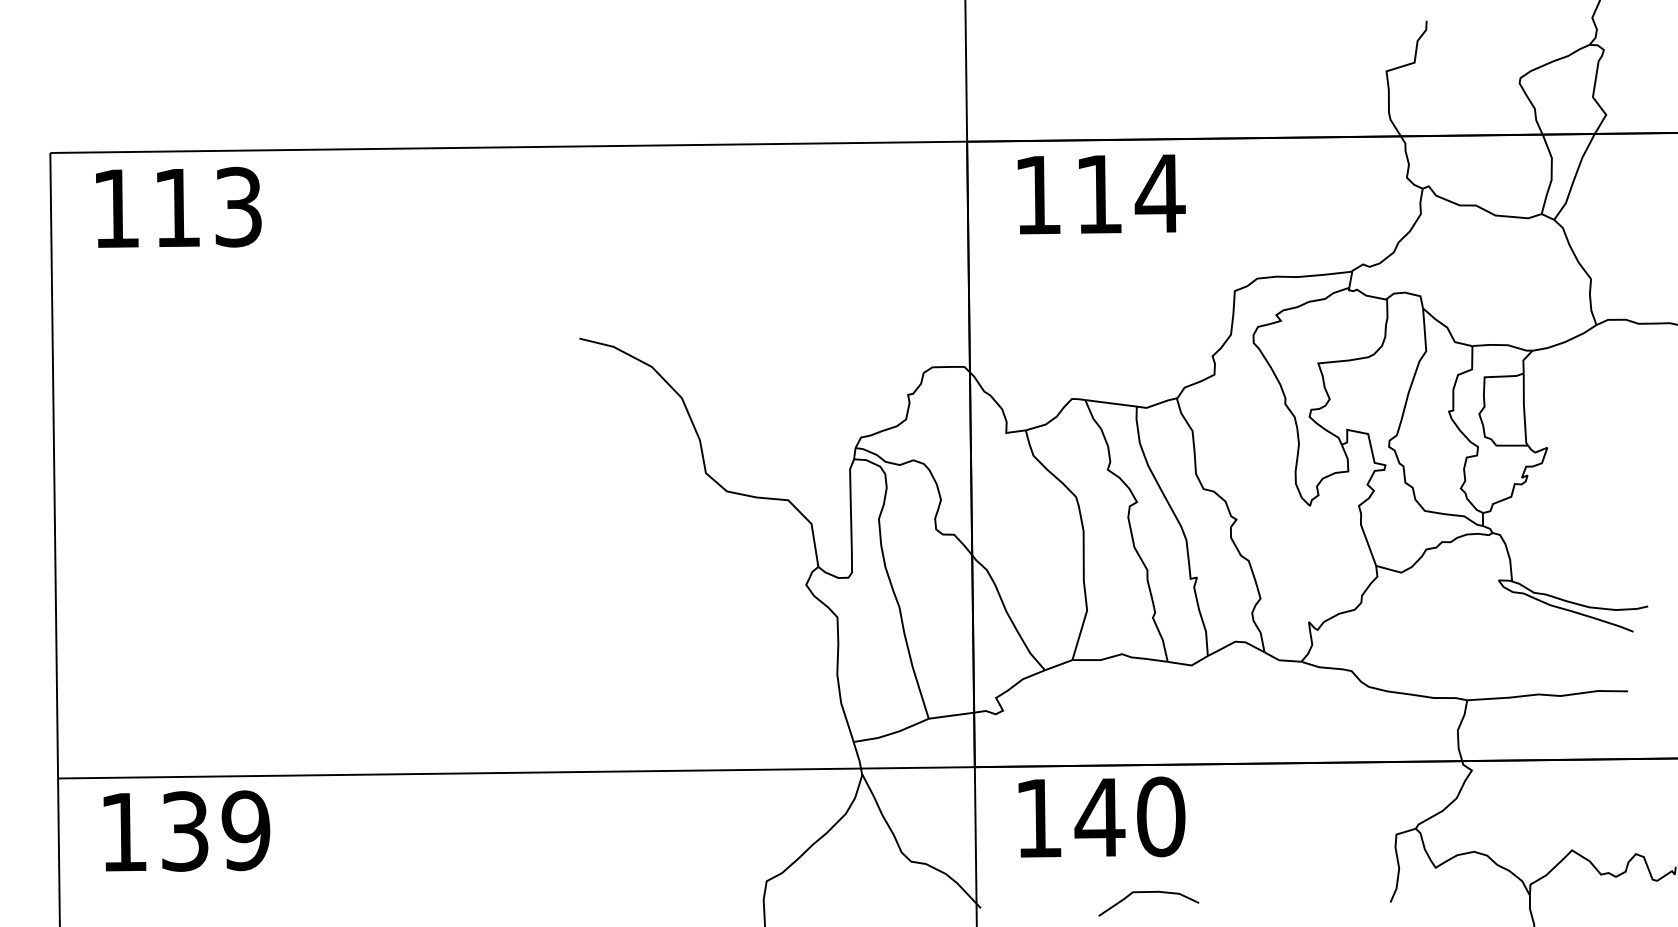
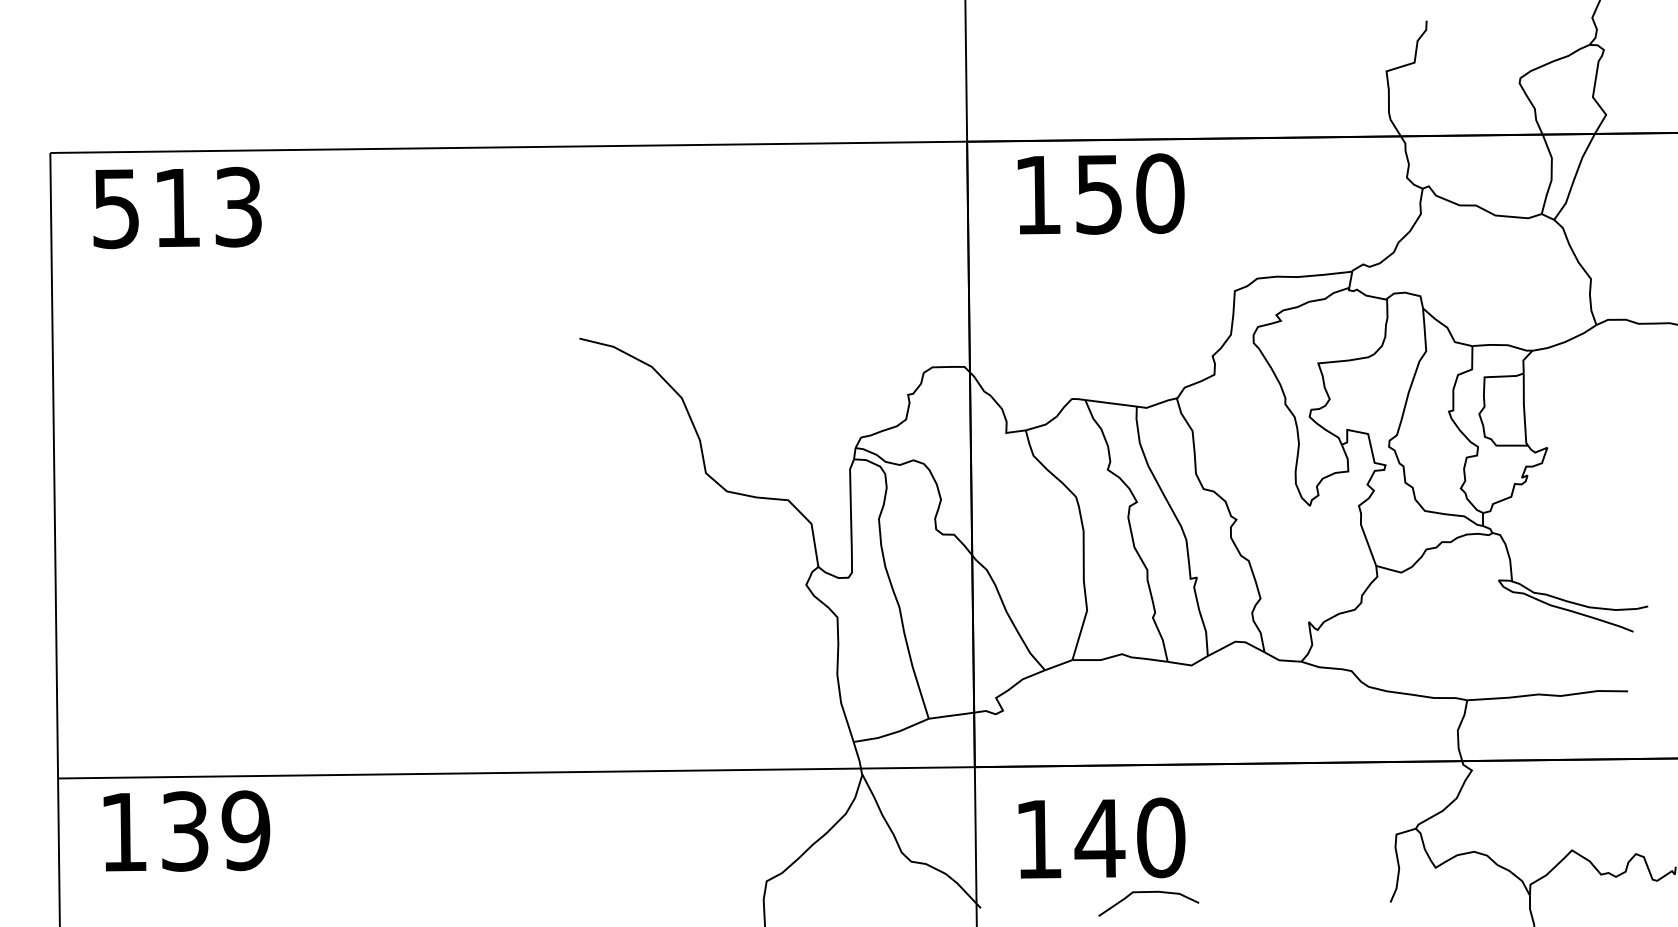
text at (1130, 193): 114 -> 150
text at (115, 209): 113 -> 513
text at (1101, 816) position: (1101, 816) -> (1101, 837)
